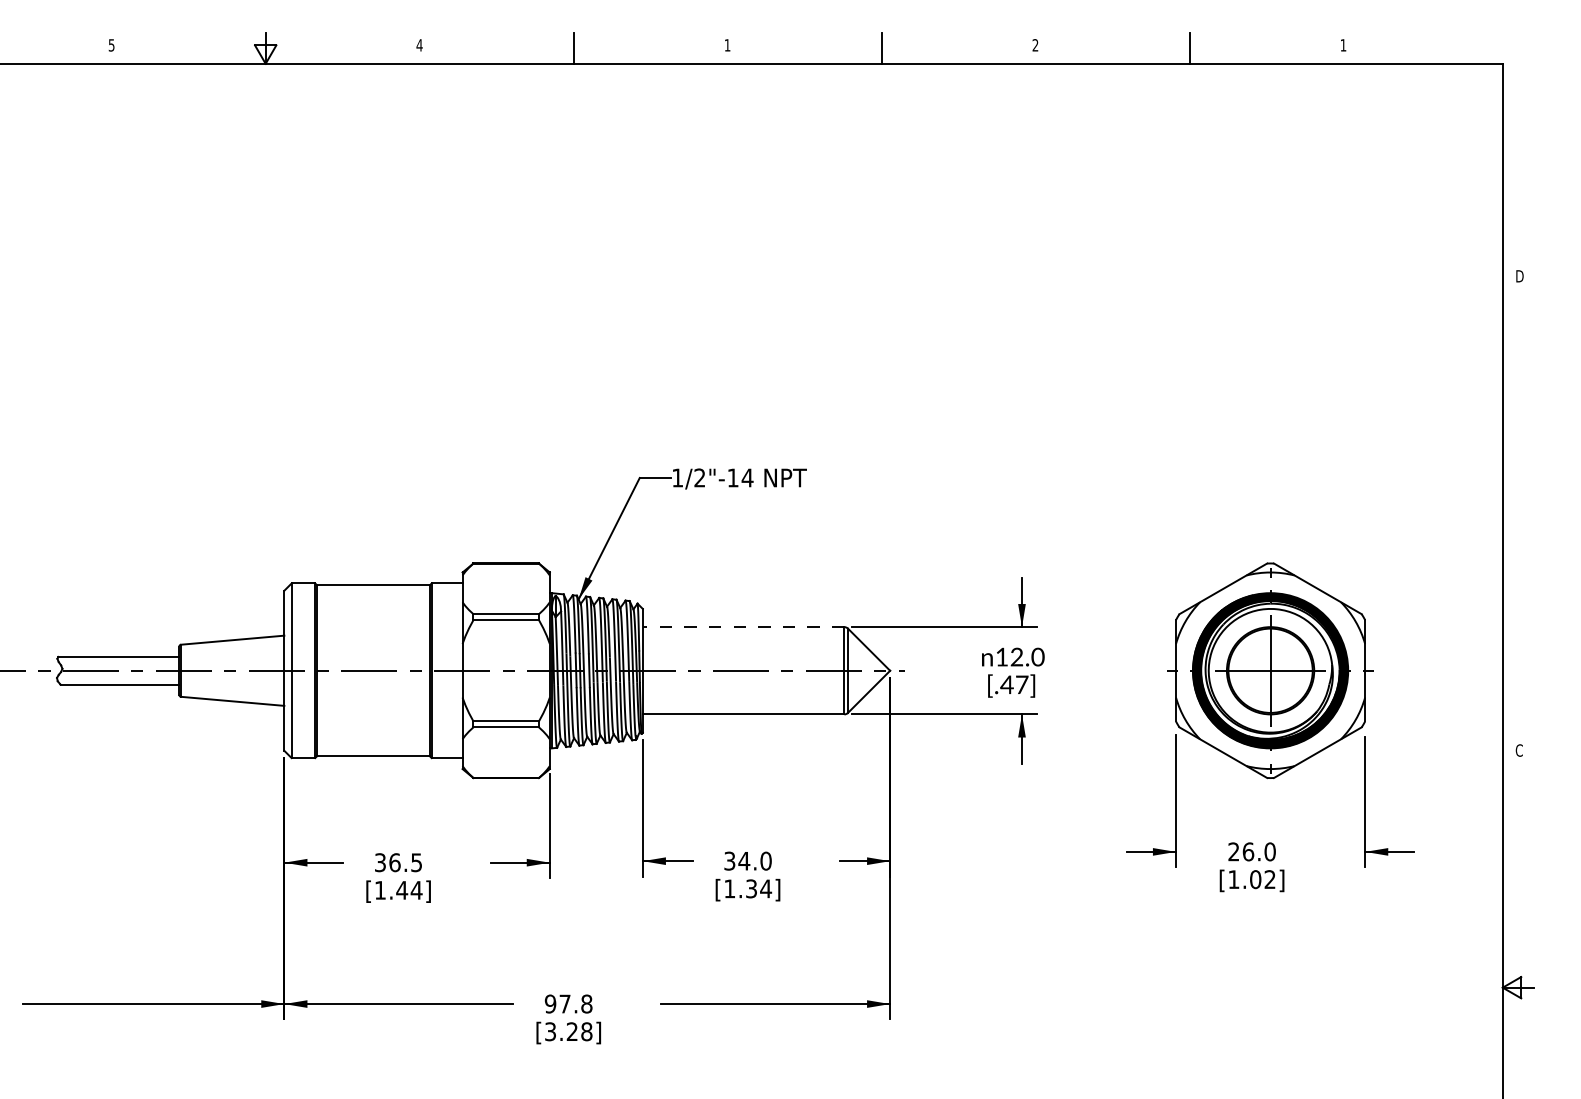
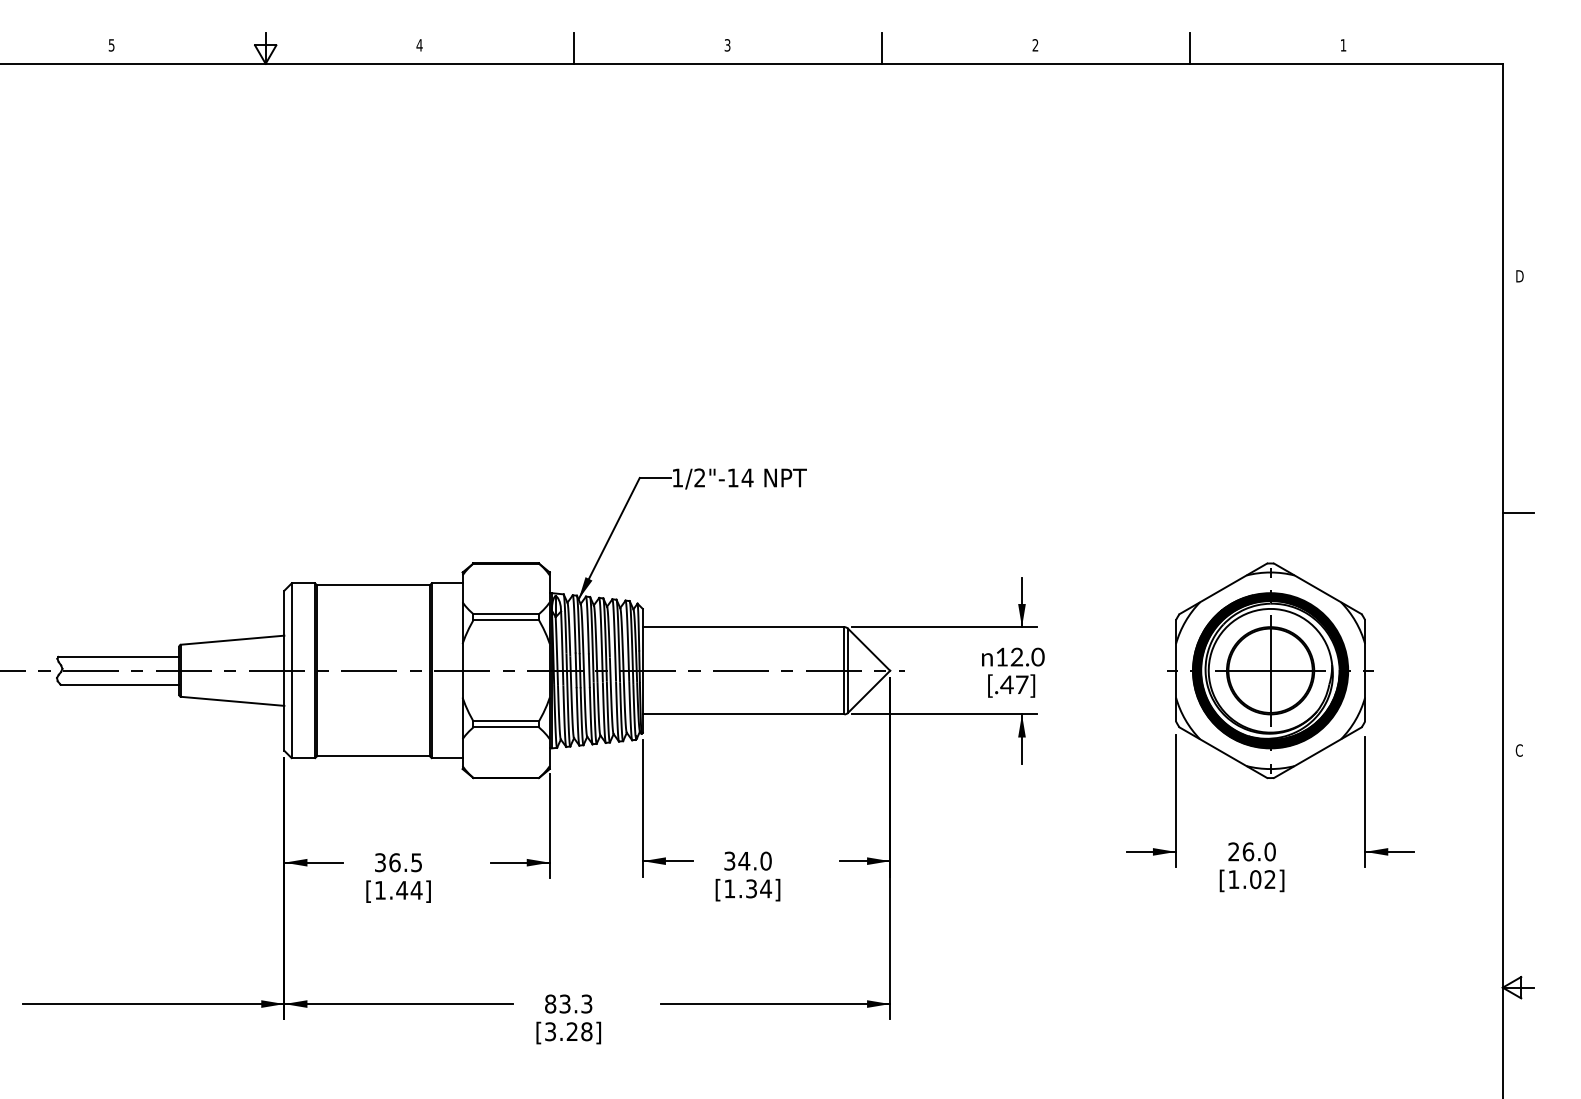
text at (727, 45): 1 -> 3
line at (1517, 513): none -> present
line at (743, 627): dashed -> solid
text at (568, 1003): 97.8 -> 83.3
